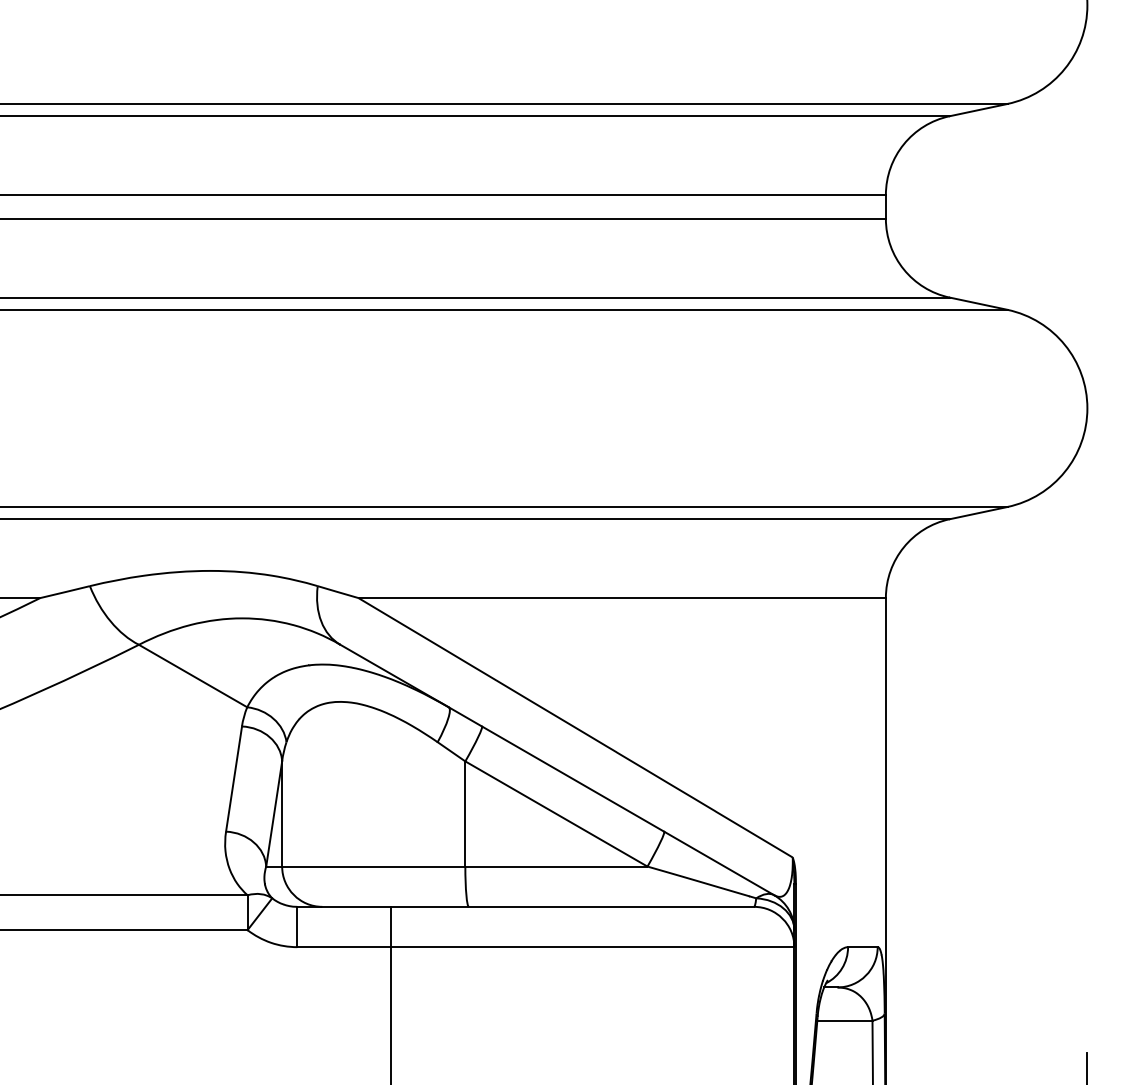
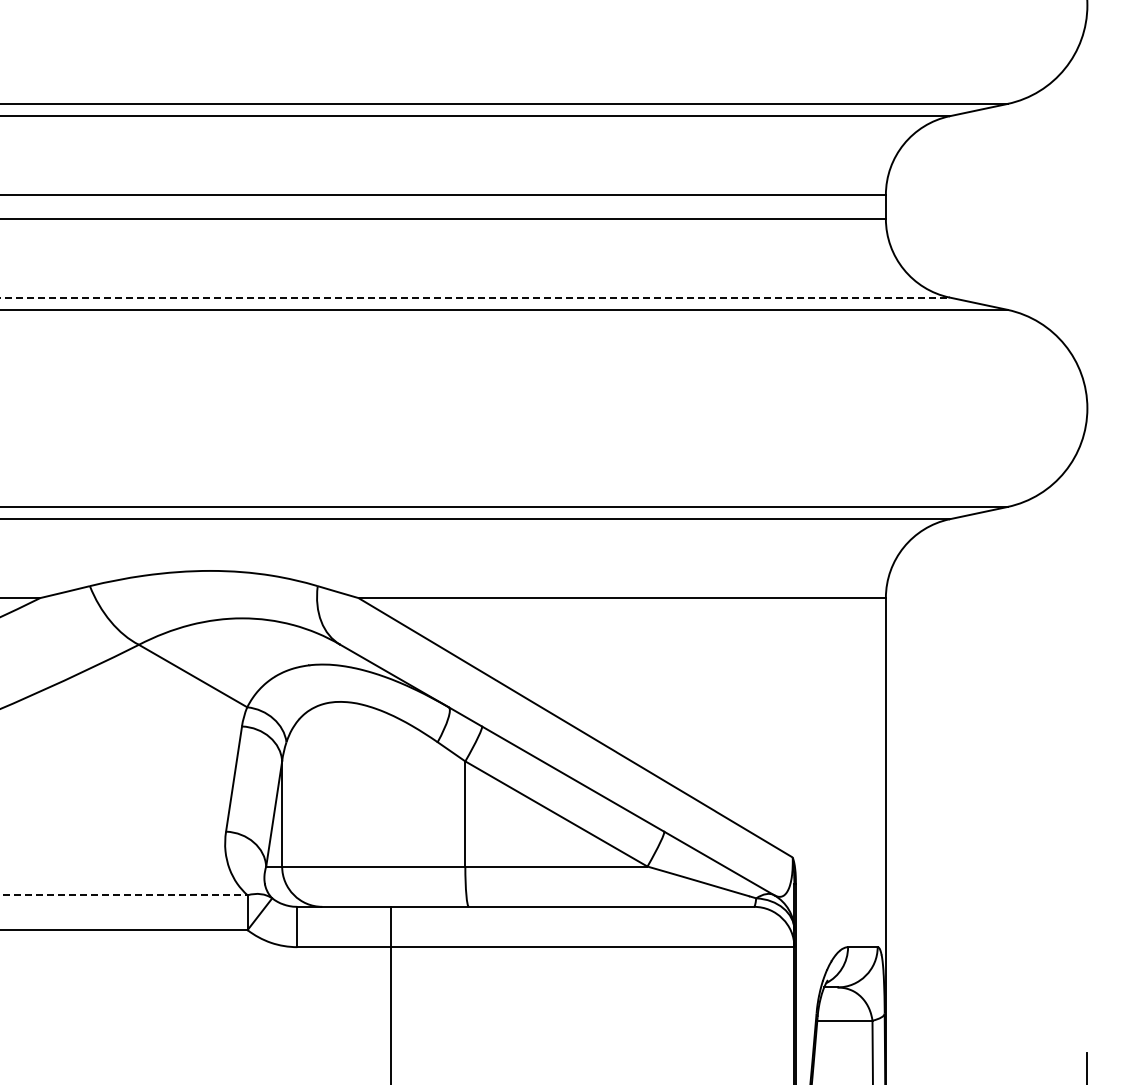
line at (475, 297): solid -> dashed
line at (124, 895): solid -> dashed
